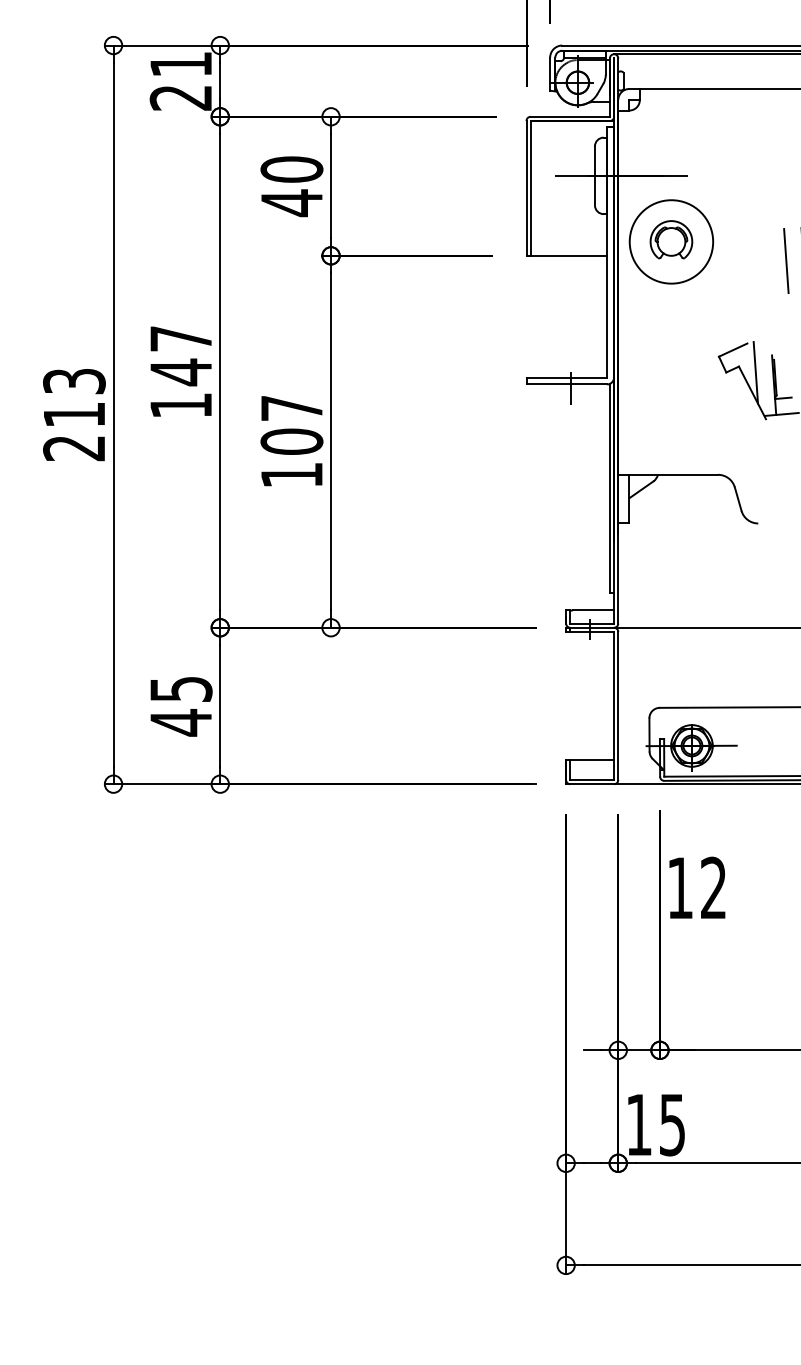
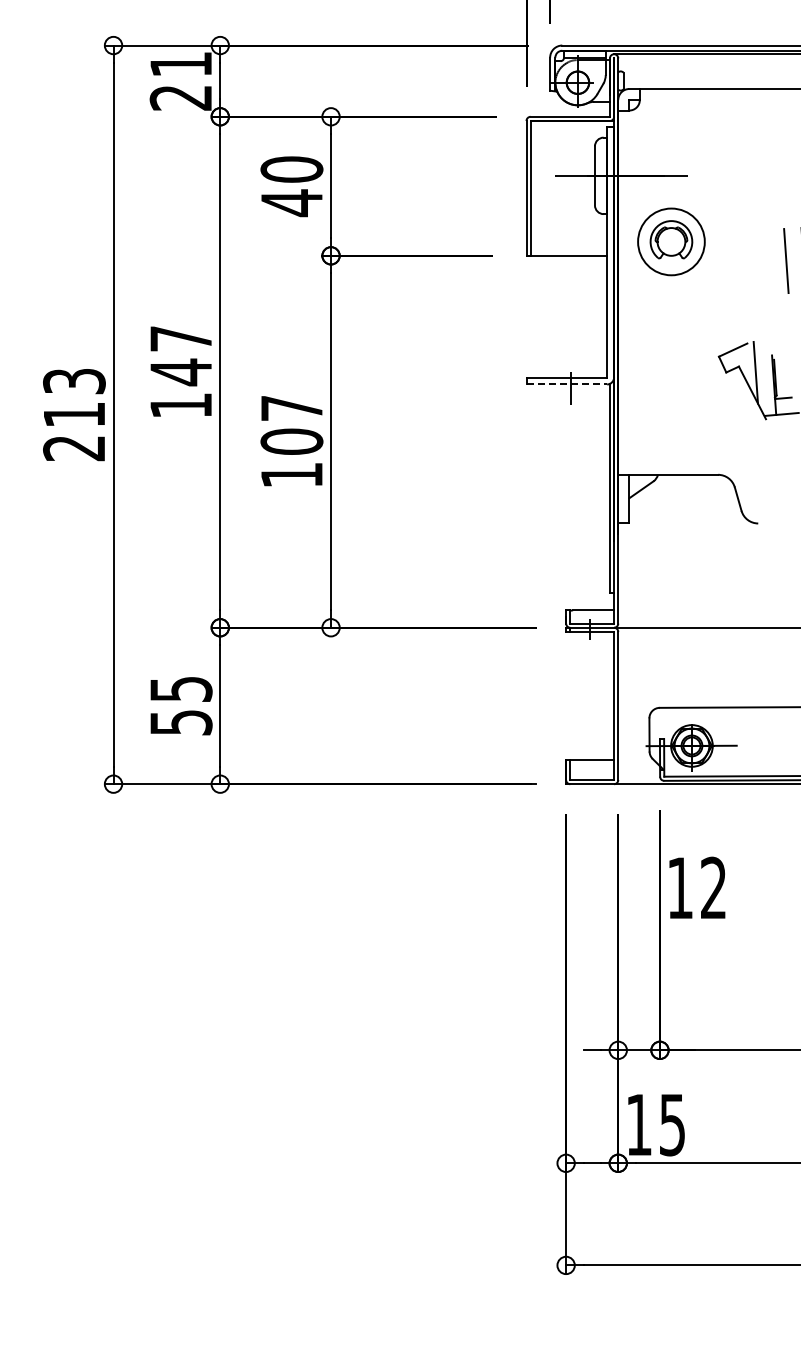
circle at (671, 241) diameter: 83 px -> 67 px
line at (567, 384): solid -> dashed
text at (181, 722): 45 -> 55
